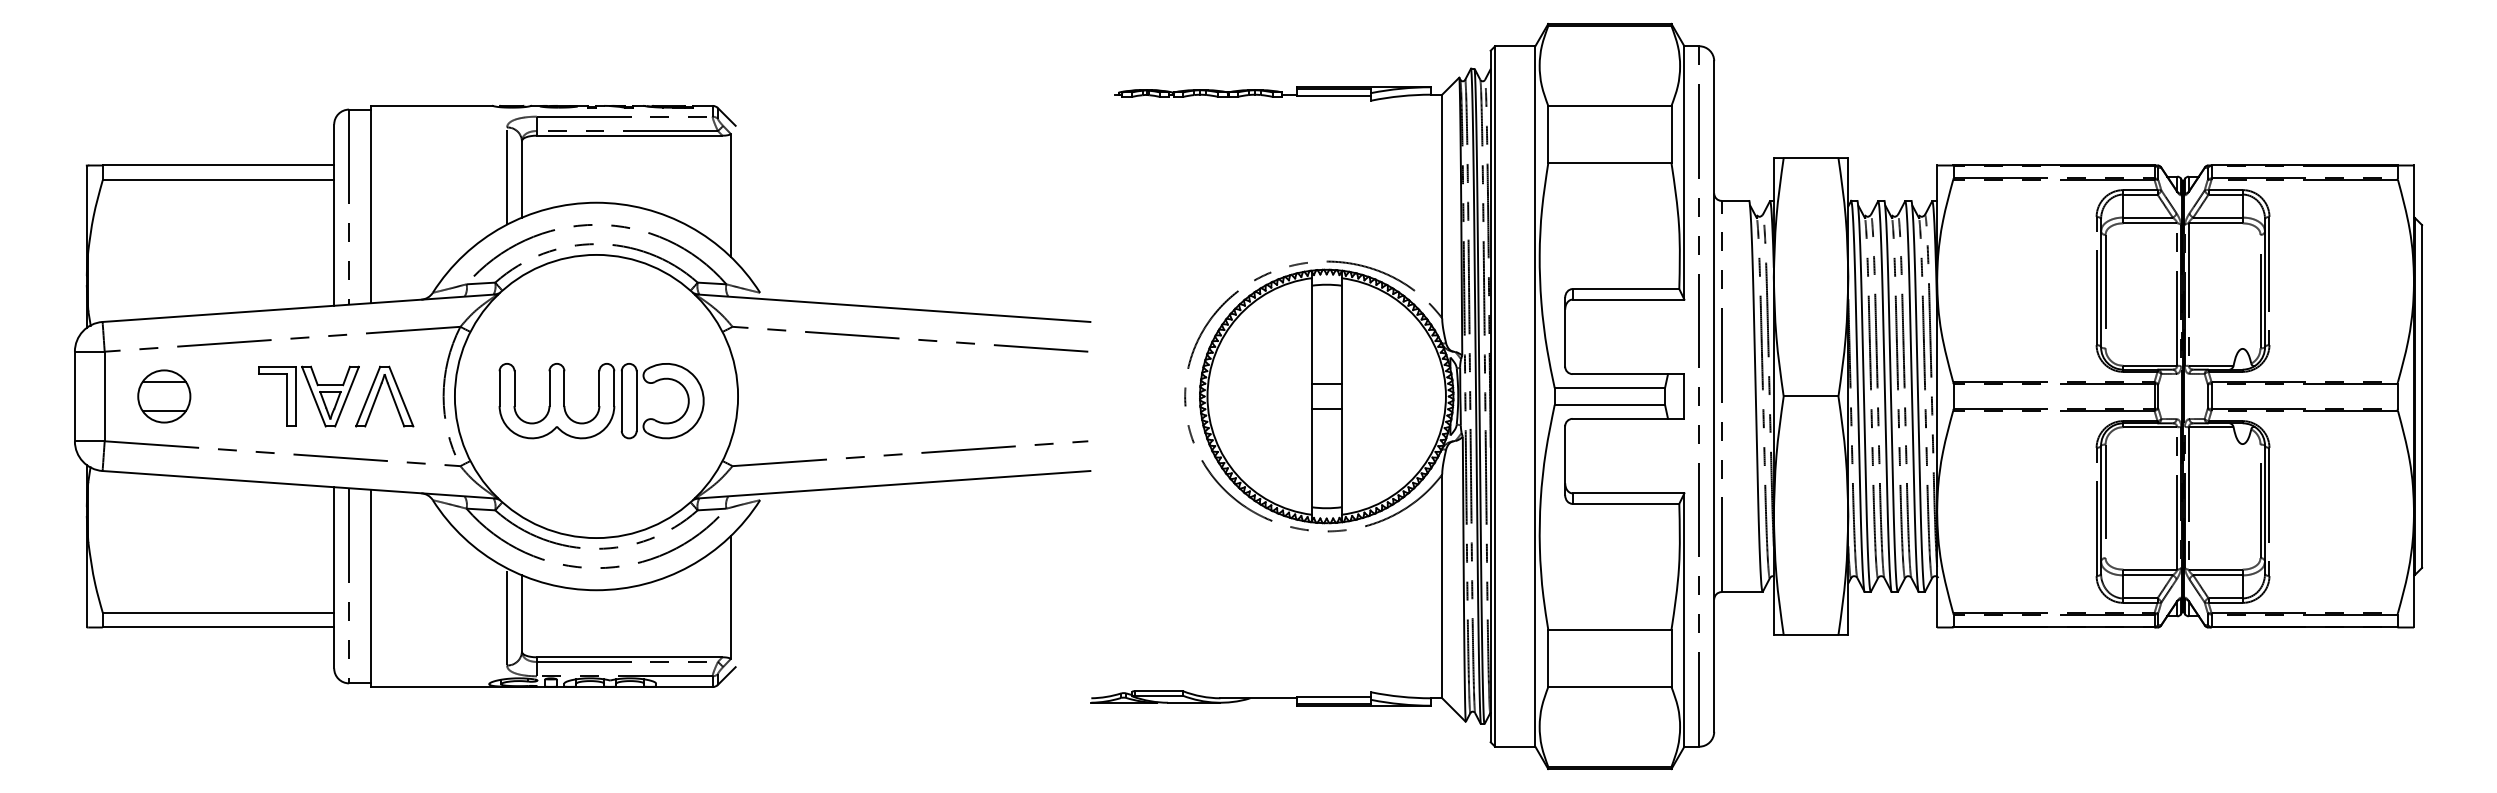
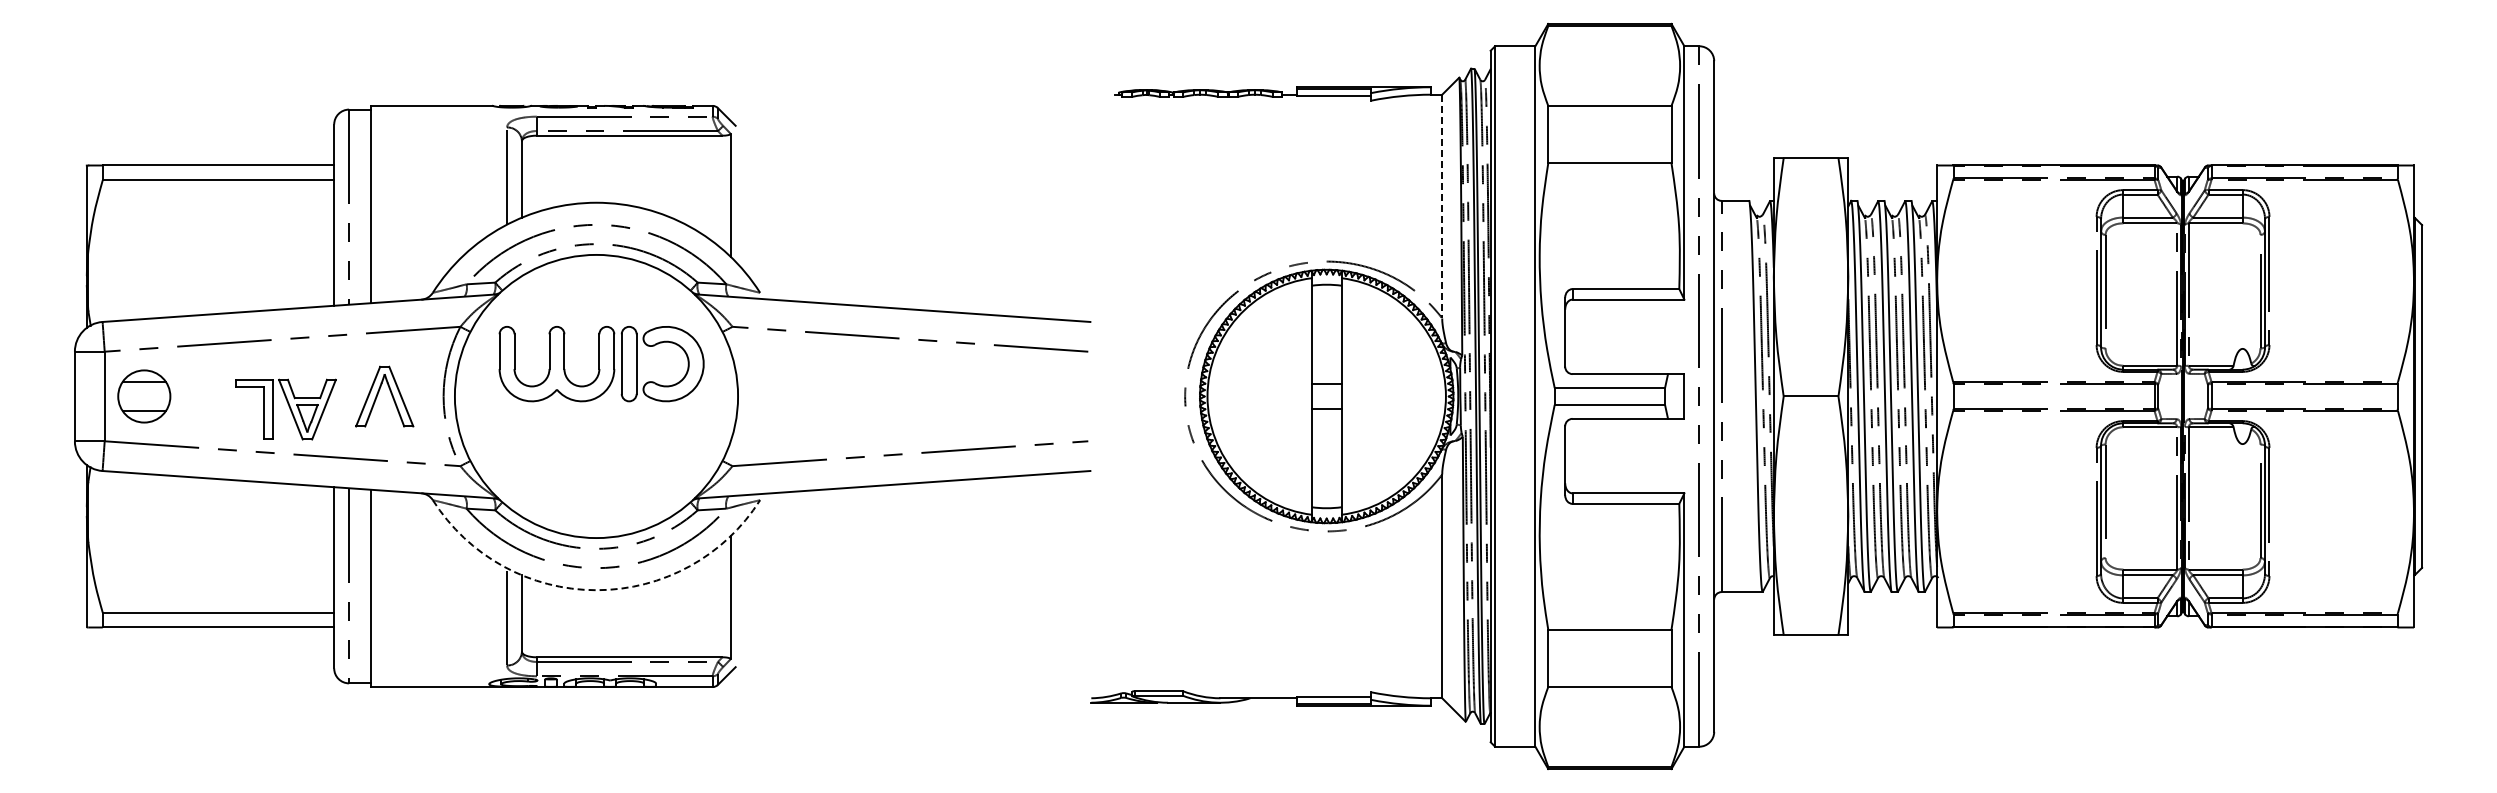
line at (1442, 206): solid -> dashed
part at (164, 396) position: (164, 396) -> (144, 396)
part at (308, 396) position: (308, 396) -> (285, 409)
part at (601, 401) position: (601, 401) -> (601, 364)
arc at (596, 590): solid -> dashed
